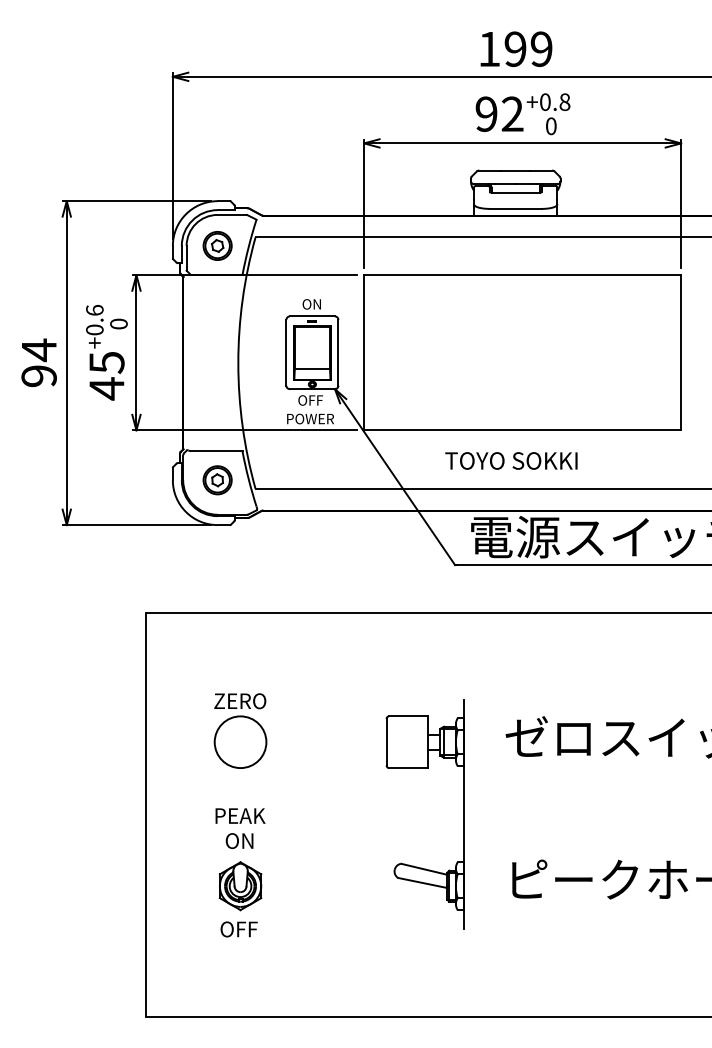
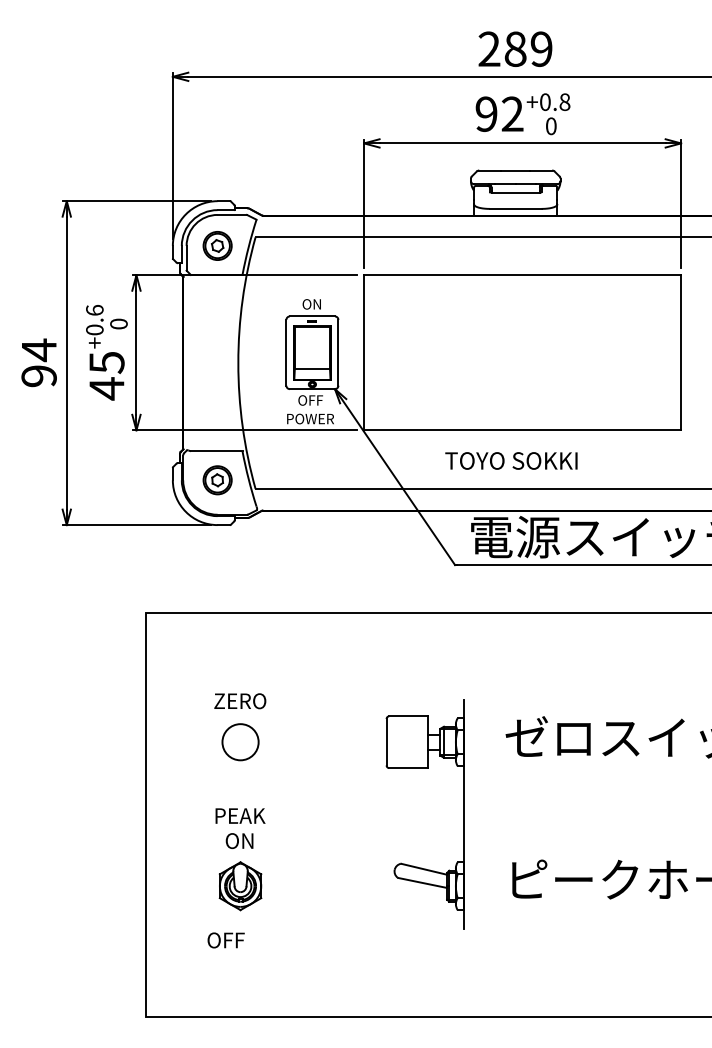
text at (502, 49): 199 -> 289
circle at (240, 742) diameter: 52 px -> 36 px
text at (238, 929) position: (238, 929) -> (225, 940)
